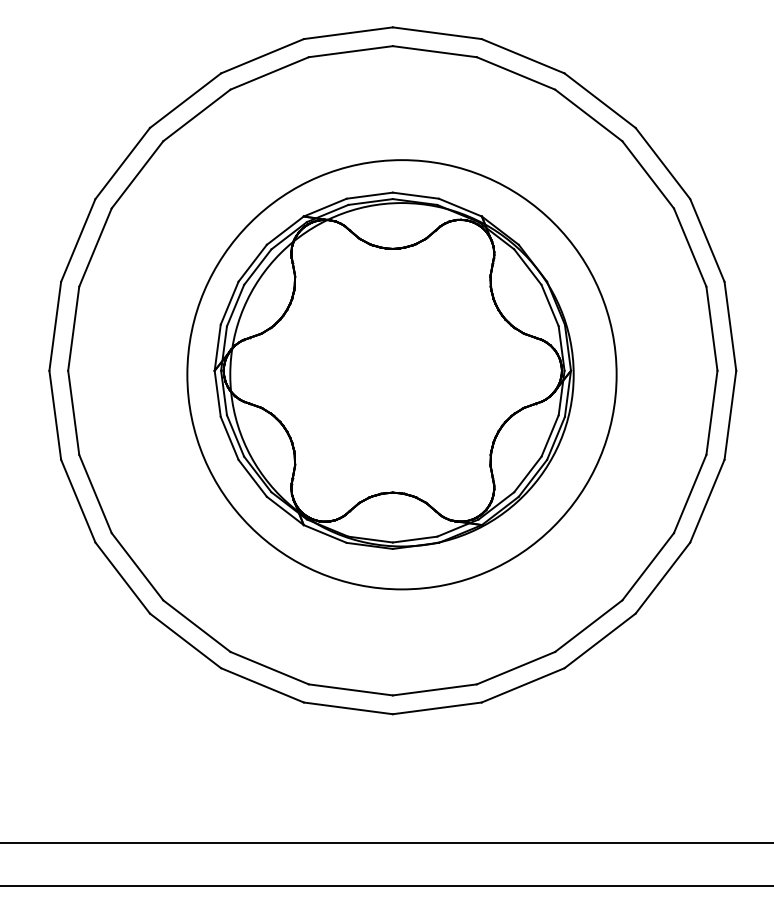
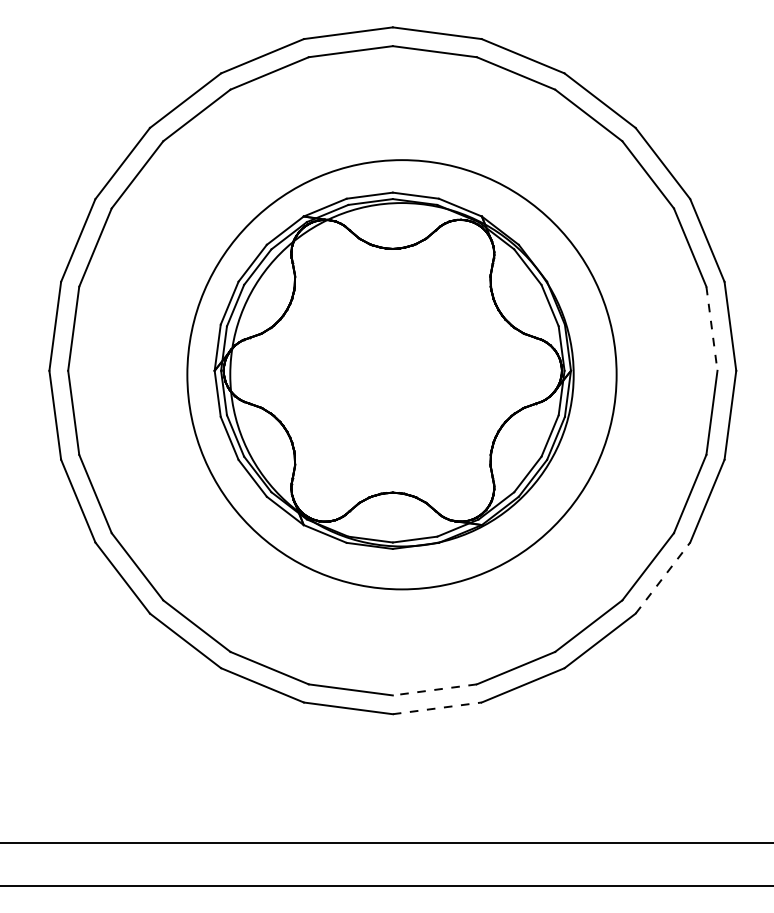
line at (712, 329): solid -> dashed
line at (662, 578): solid -> dashed
line at (434, 689): solid -> dashed
line at (437, 708): solid -> dashed
